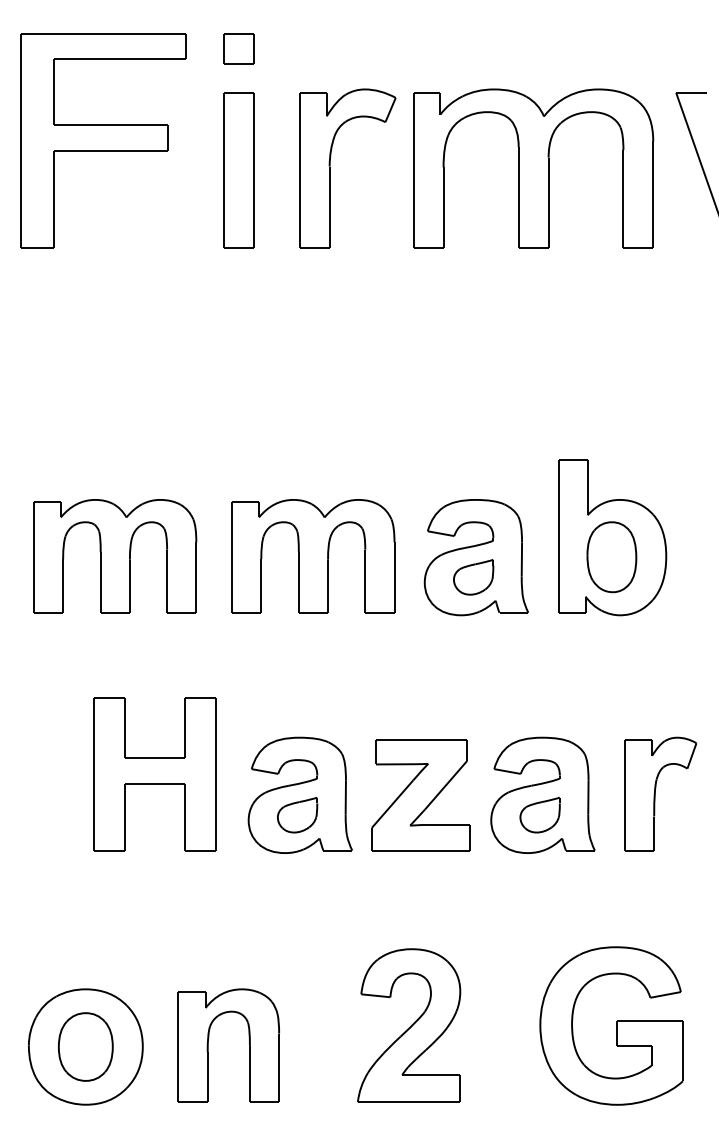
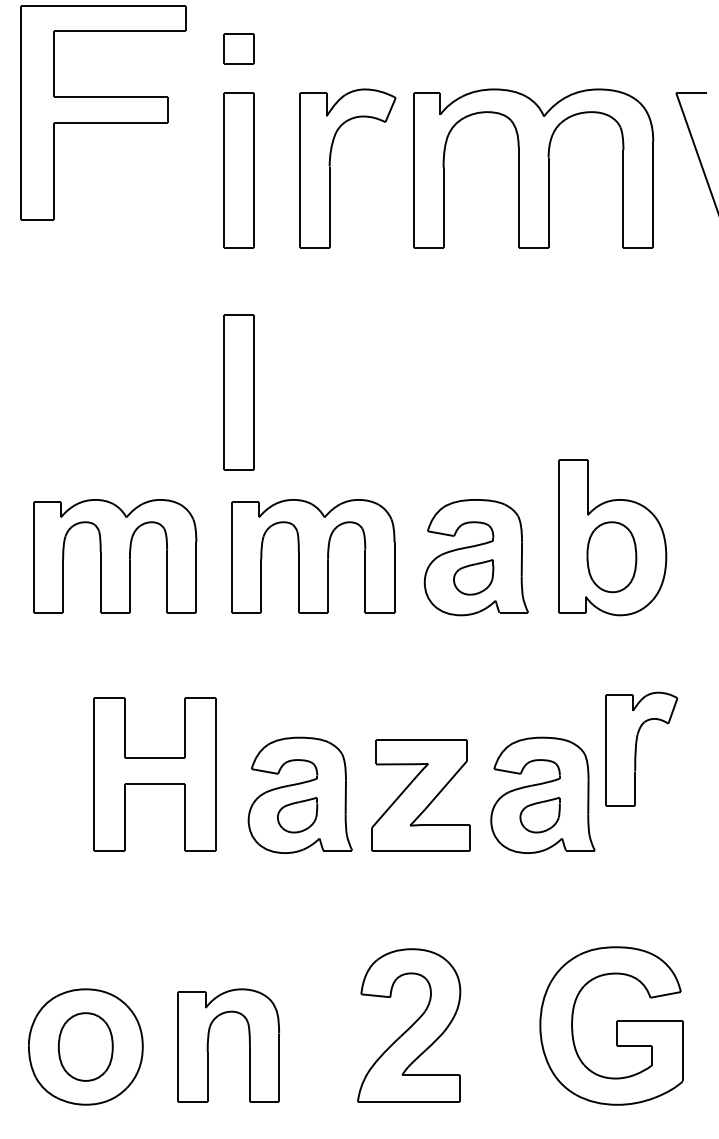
part at (103, 140) position: (103, 140) -> (103, 112)
part at (238, 392): none -> present
part at (660, 793) position: (660, 793) -> (641, 748)
